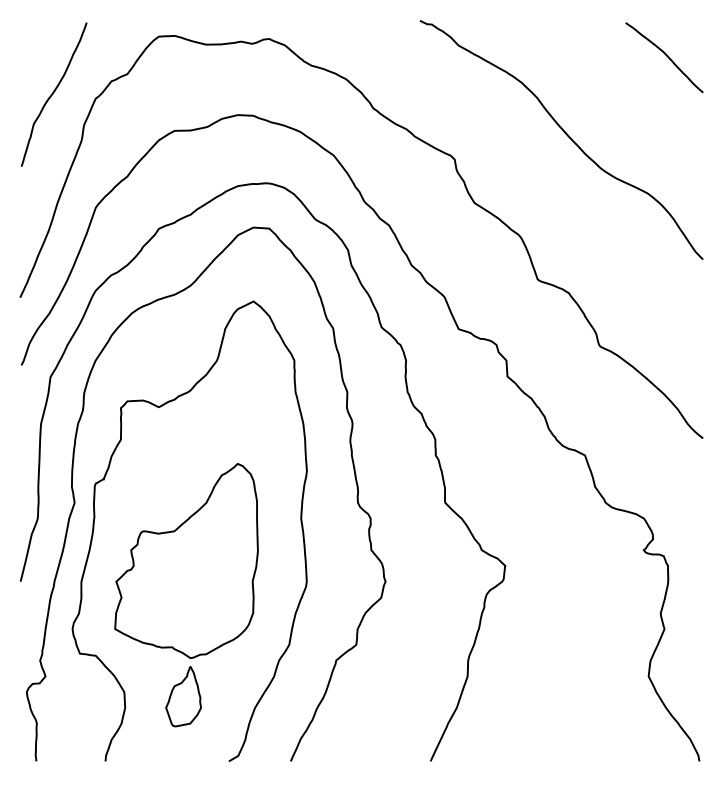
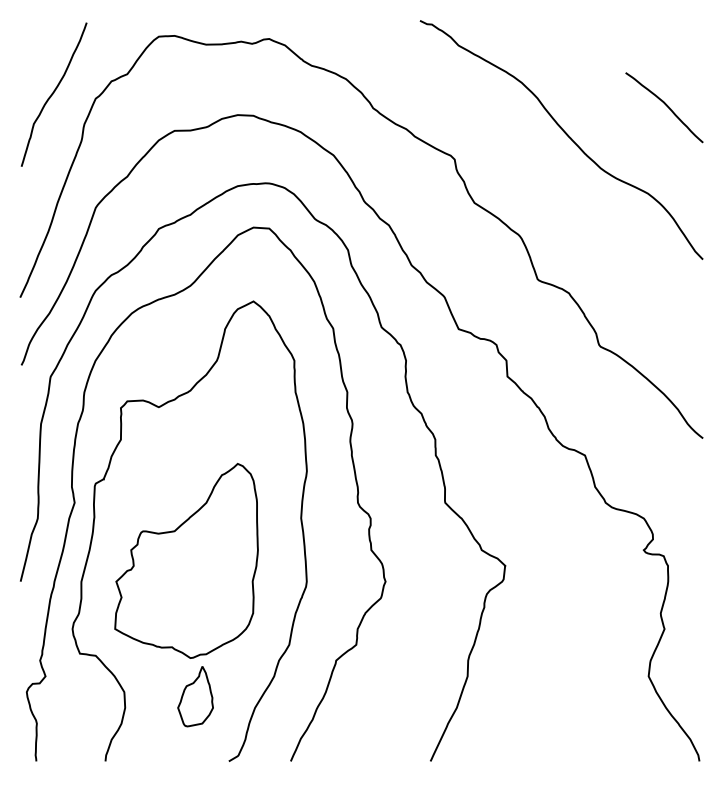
curve at (665, 55) position: (665, 55) -> (665, 105)
part at (183, 696) position: (183, 696) -> (195, 696)
